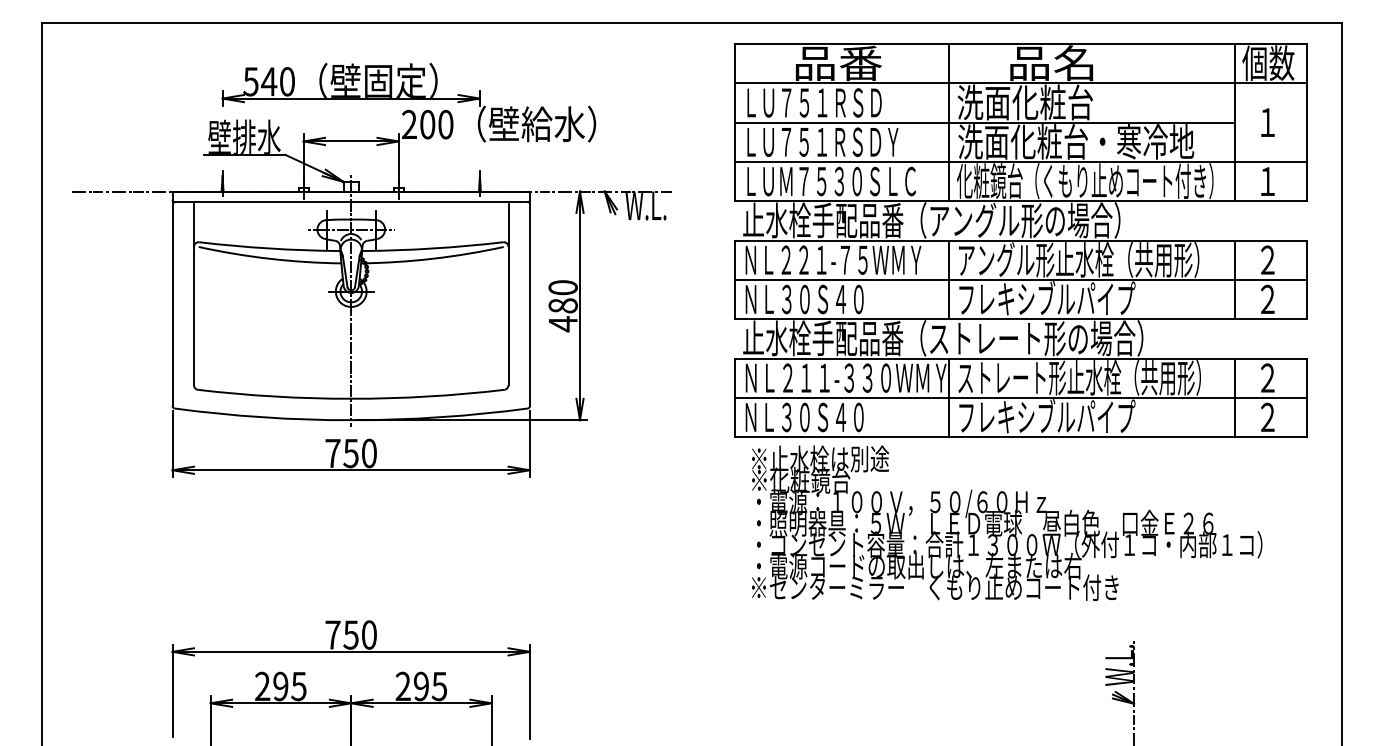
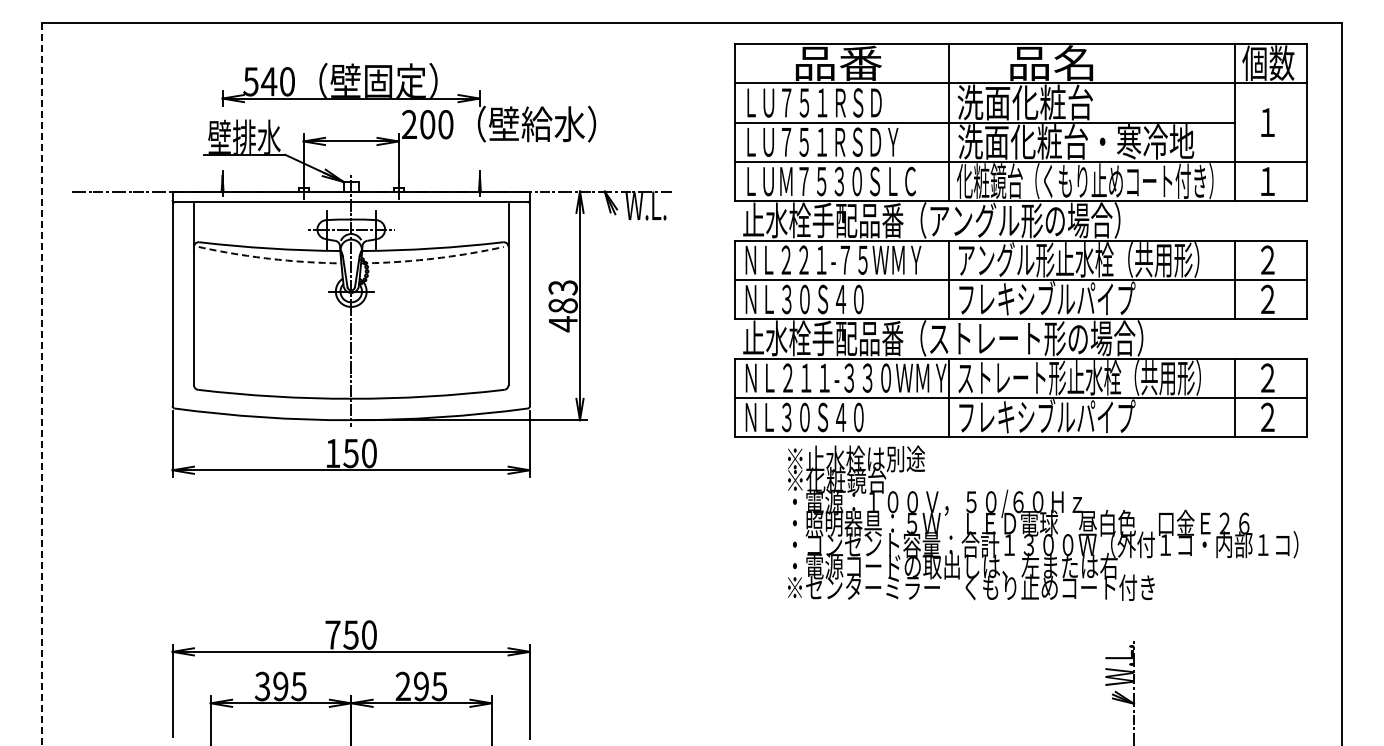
arc at (269, 258): solid -> dashed
arc at (432, 258): solid -> dashed
text at (562, 287): 480 -> 483
line at (41, 383): solid -> dashed
text at (332, 453): 750 -> 150
text at (1007, 522) position: (1007, 522) -> (1043, 522)
text at (262, 686): 295 -> 395
